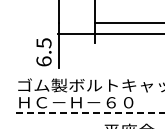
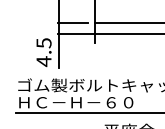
line at (72, 23): none -> present
text at (43, 61): 6.5 -> 4.5
line at (90, 112): dashed -> solid
